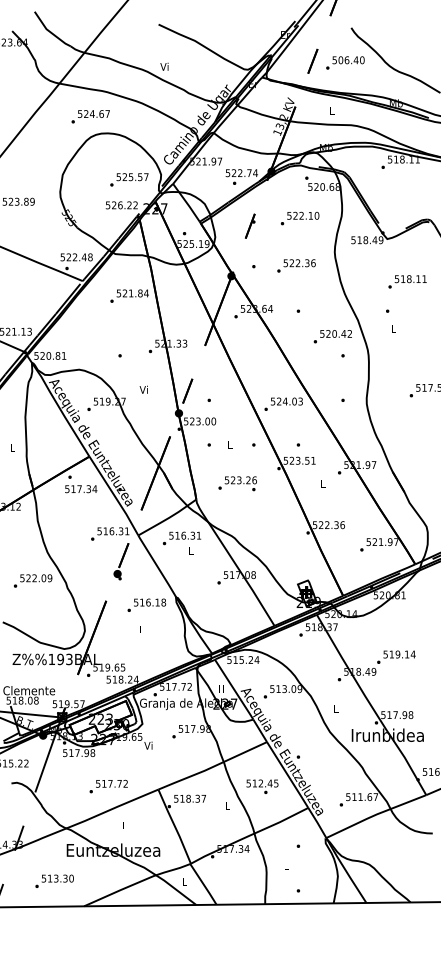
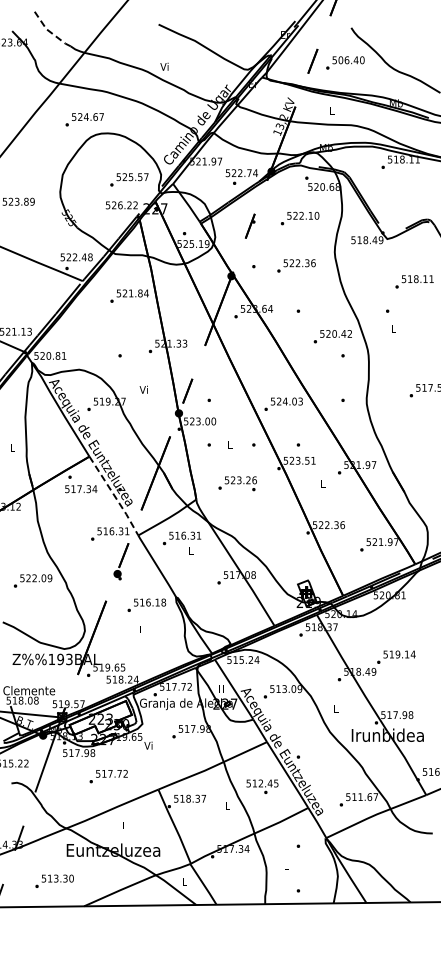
line at (49, 31): solid -> dashed
text at (90, 116) position: (90, 116) -> (84, 119)
text at (407, 281) position: (407, 281) -> (414, 281)
line at (115, 496): solid -> dashed
text at (108, 786) position: (108, 786) -> (108, 776)
